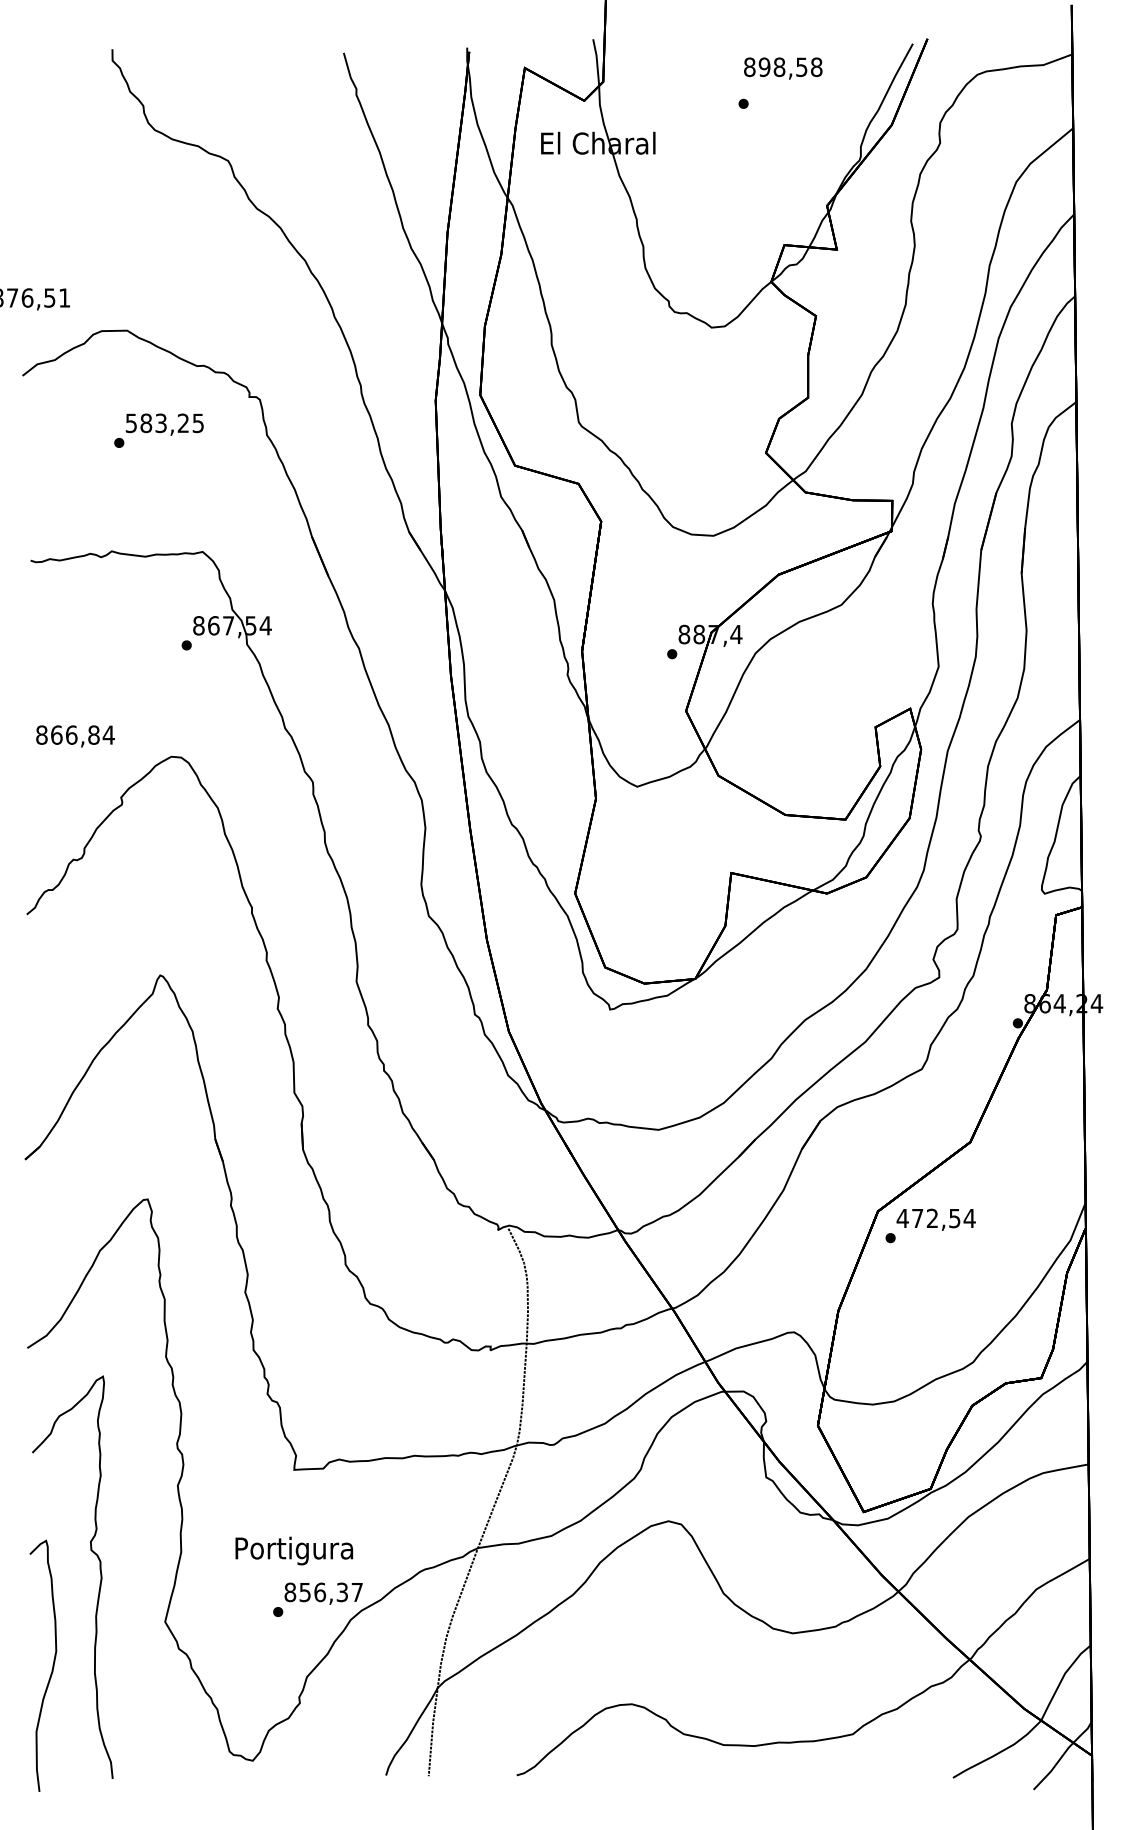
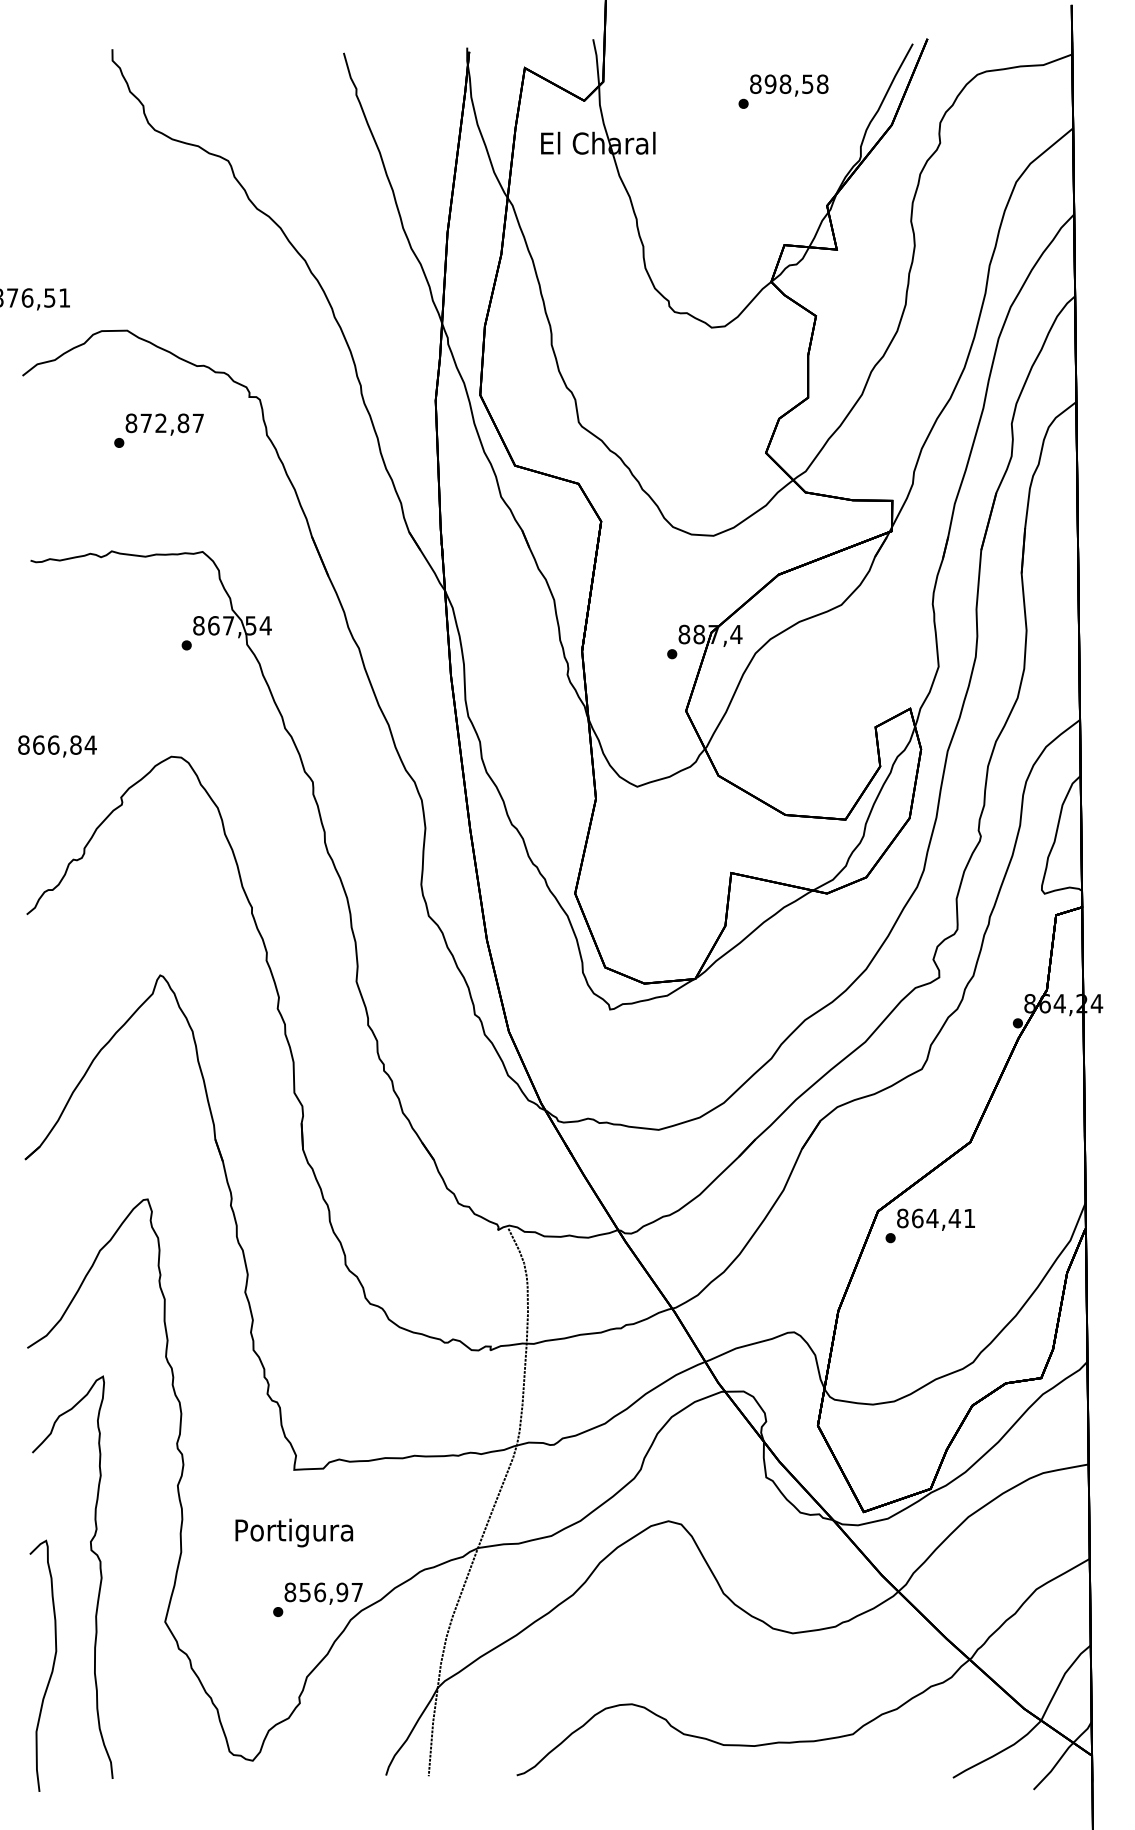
text at (783, 68) position: (783, 68) -> (789, 85)
text at (164, 423): 583,25 -> 872,87
text at (75, 736) position: (75, 736) -> (57, 746)
text at (935, 1218): 472,54 -> 864,41
text at (294, 1550) position: (294, 1550) -> (294, 1532)
text at (342, 1591): 856,37 -> 856,97
